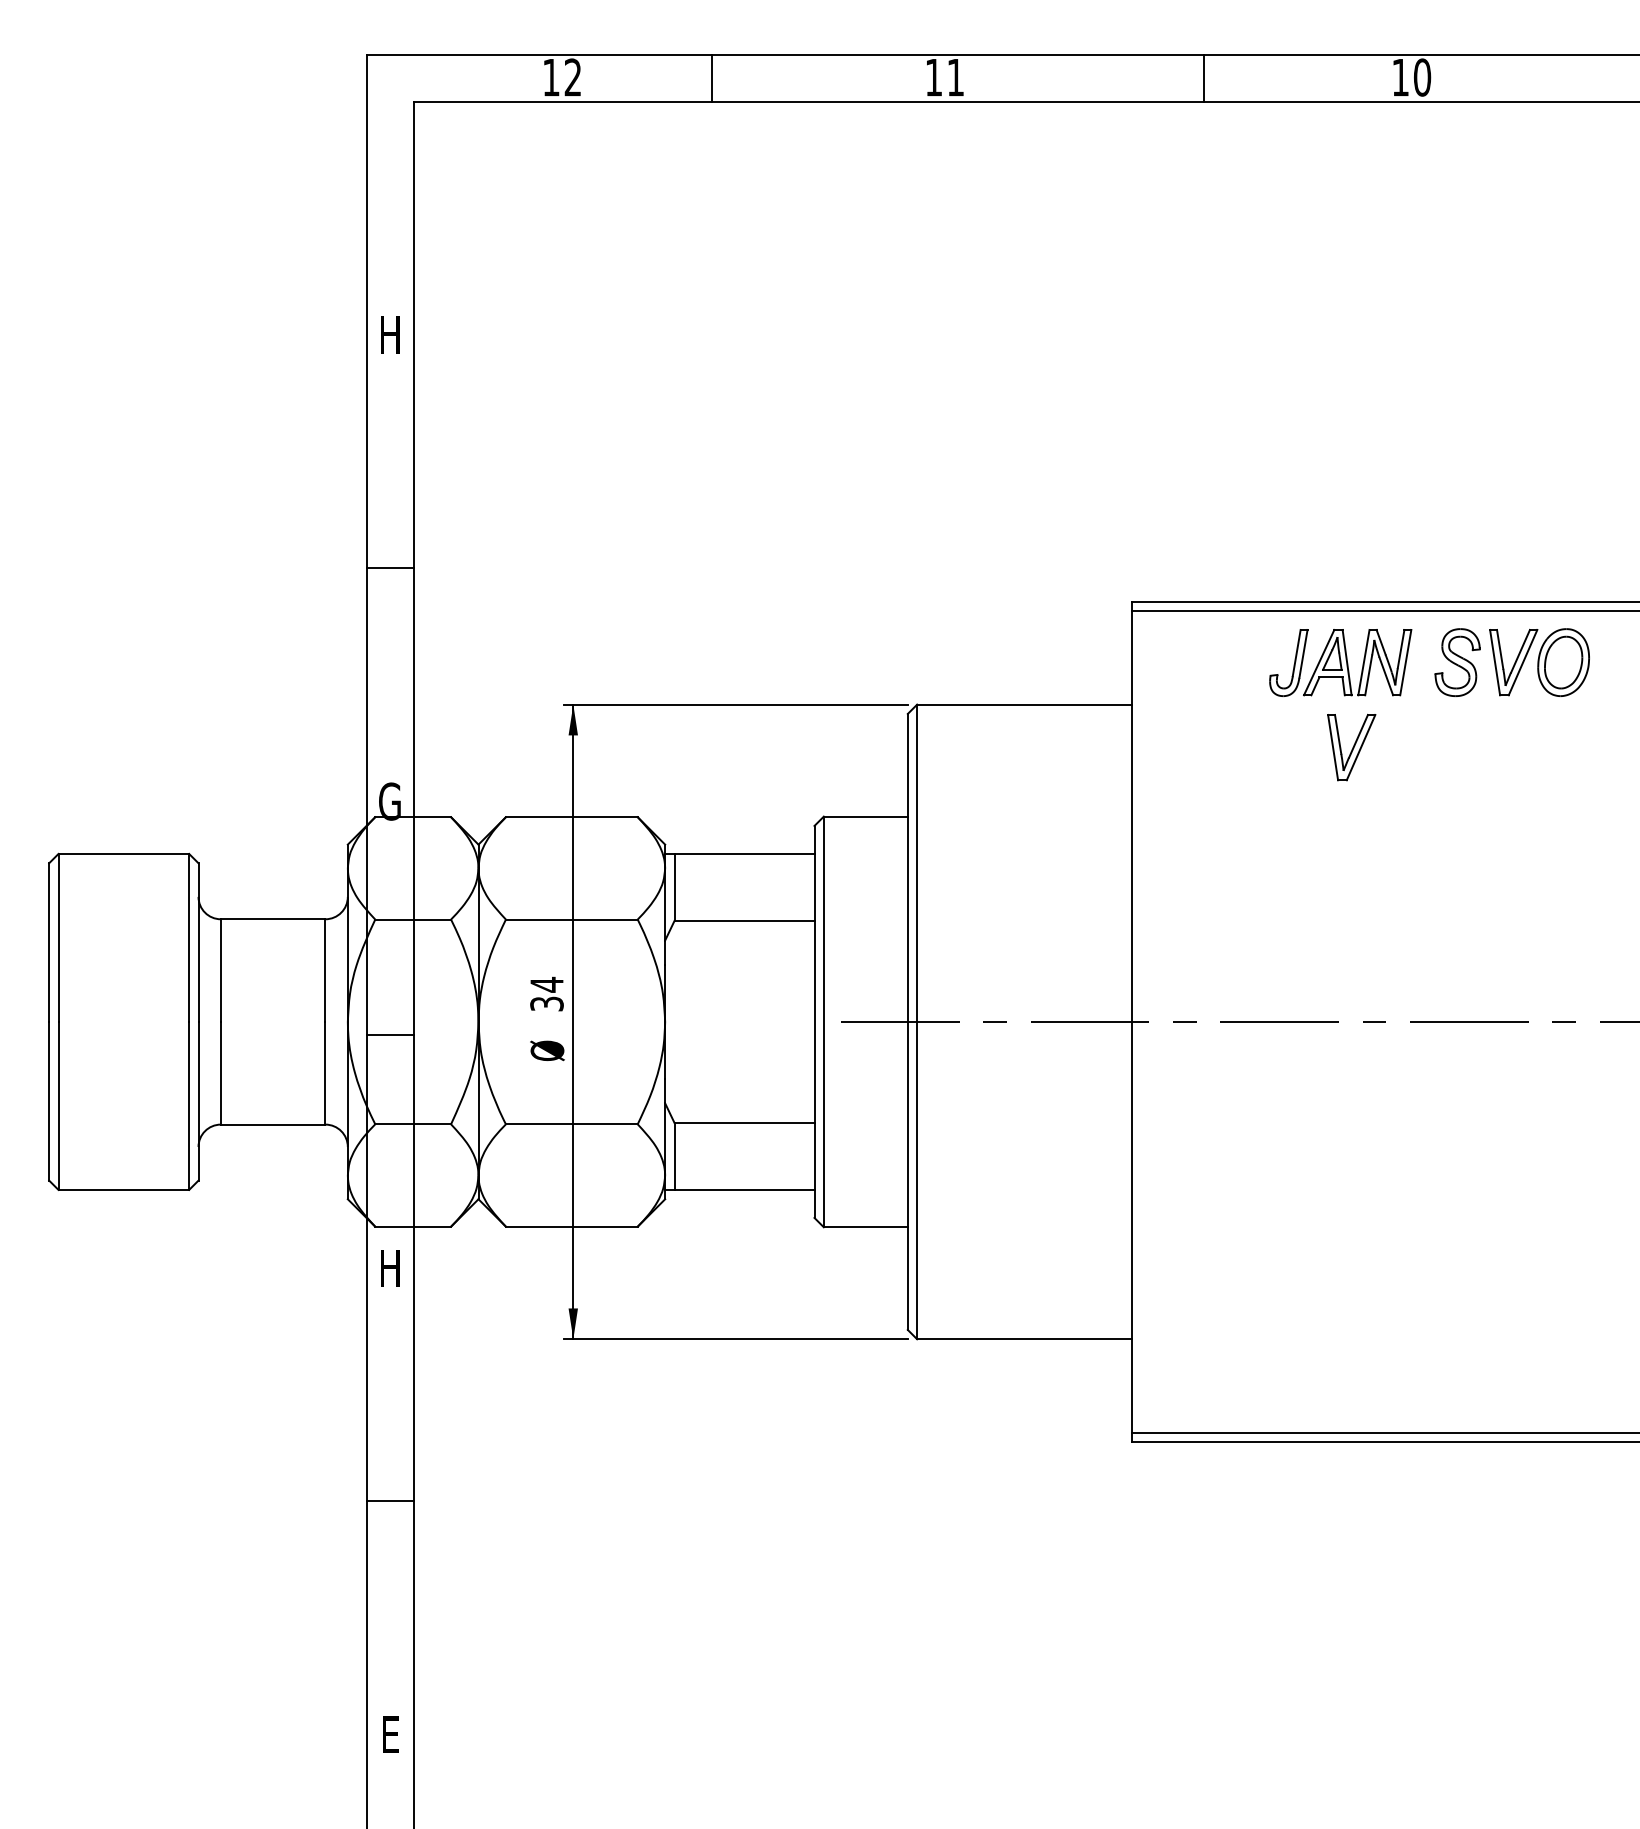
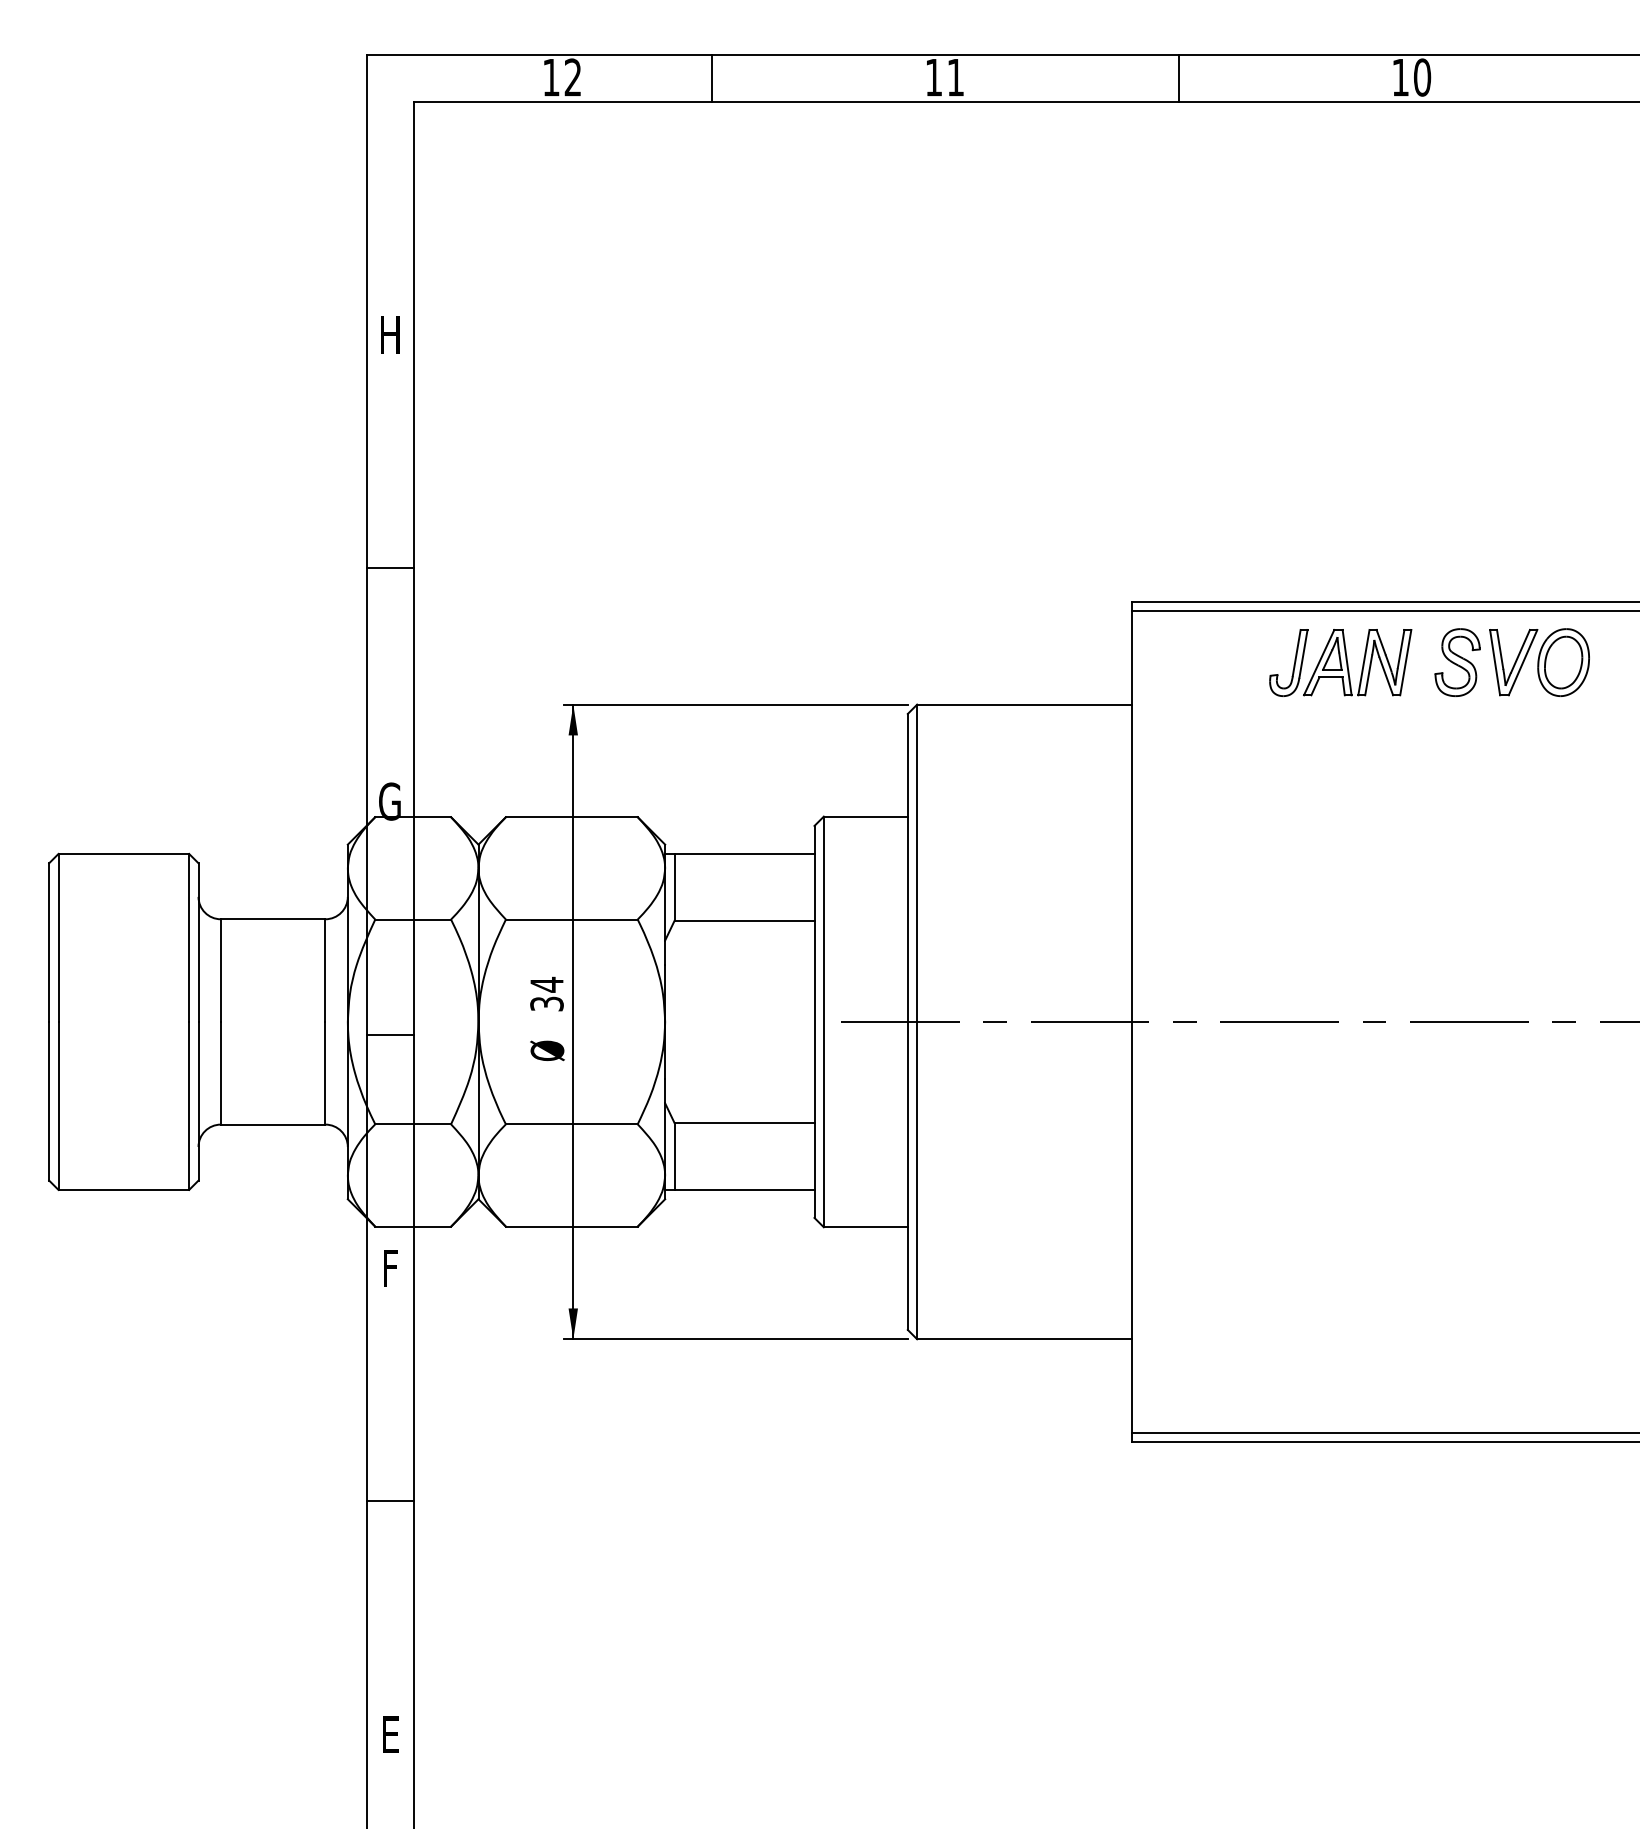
line at (1204, 77) position: (1204, 77) -> (1179, 77)
part at (1351, 747): present -> none
text at (390, 1268): H -> F
